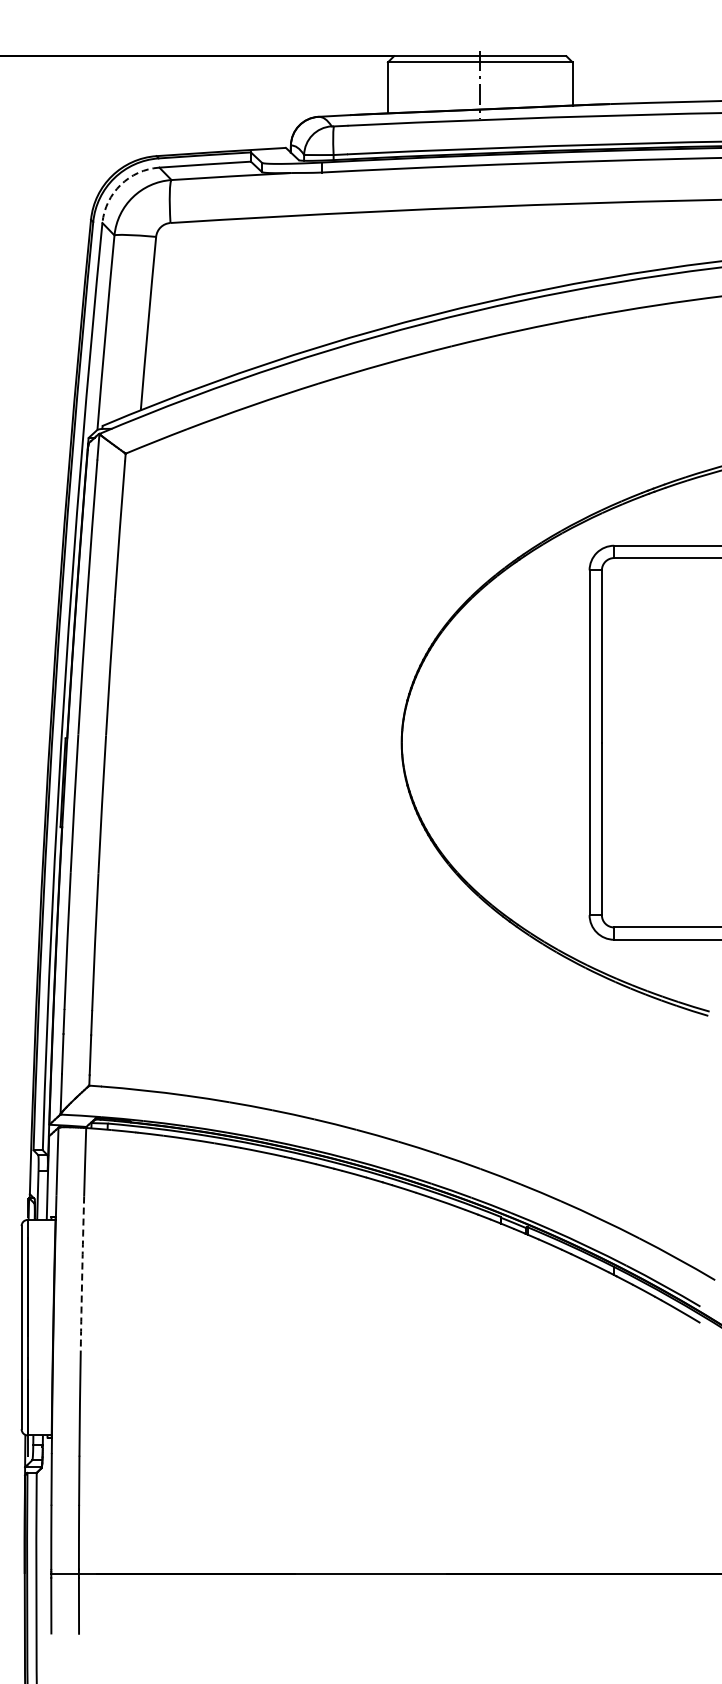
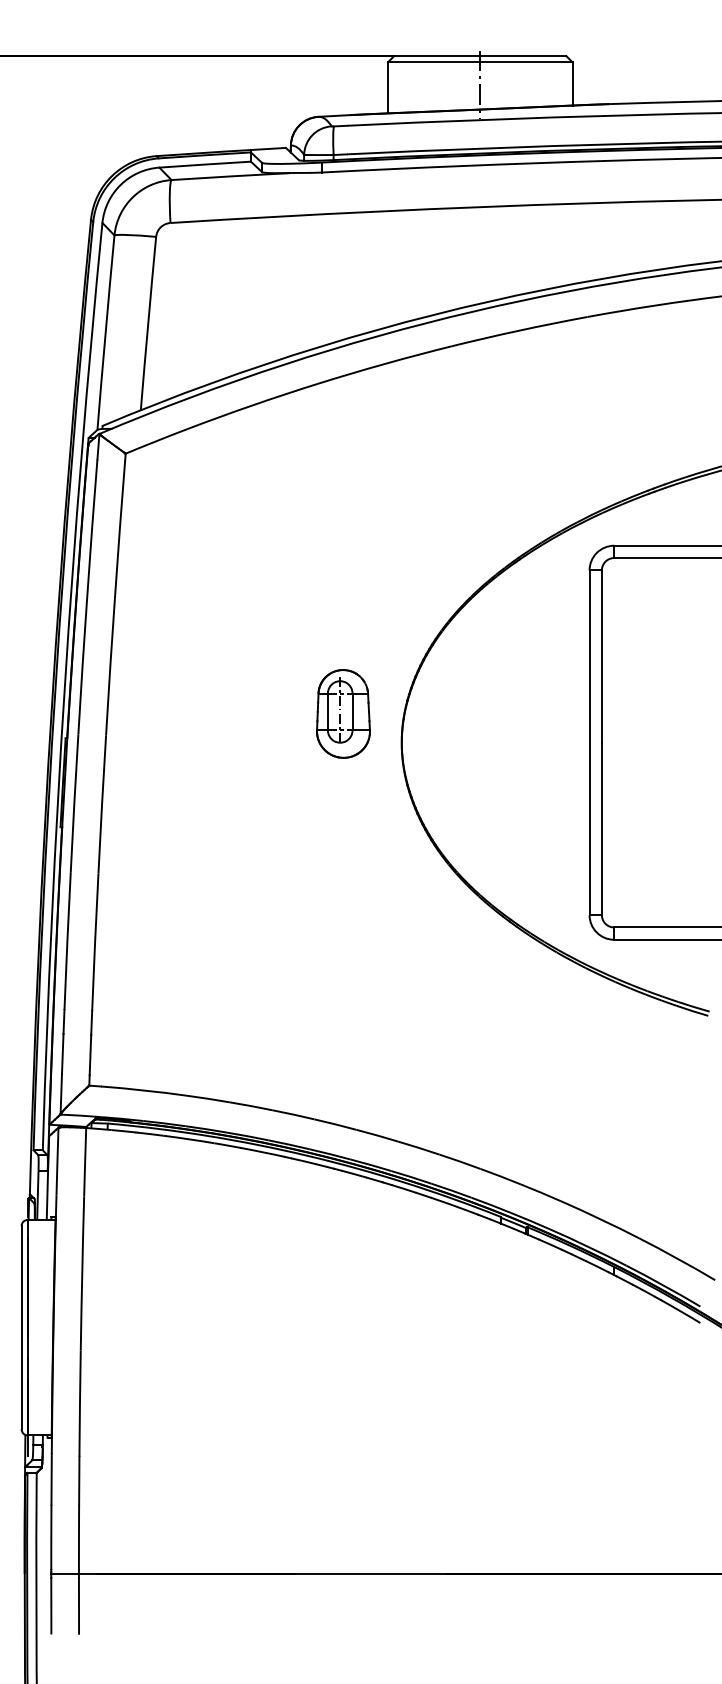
arc at (120, 184): dashed -> solid
part at (343, 713): none -> present
arc at (82, 1273): dashed -> solid
